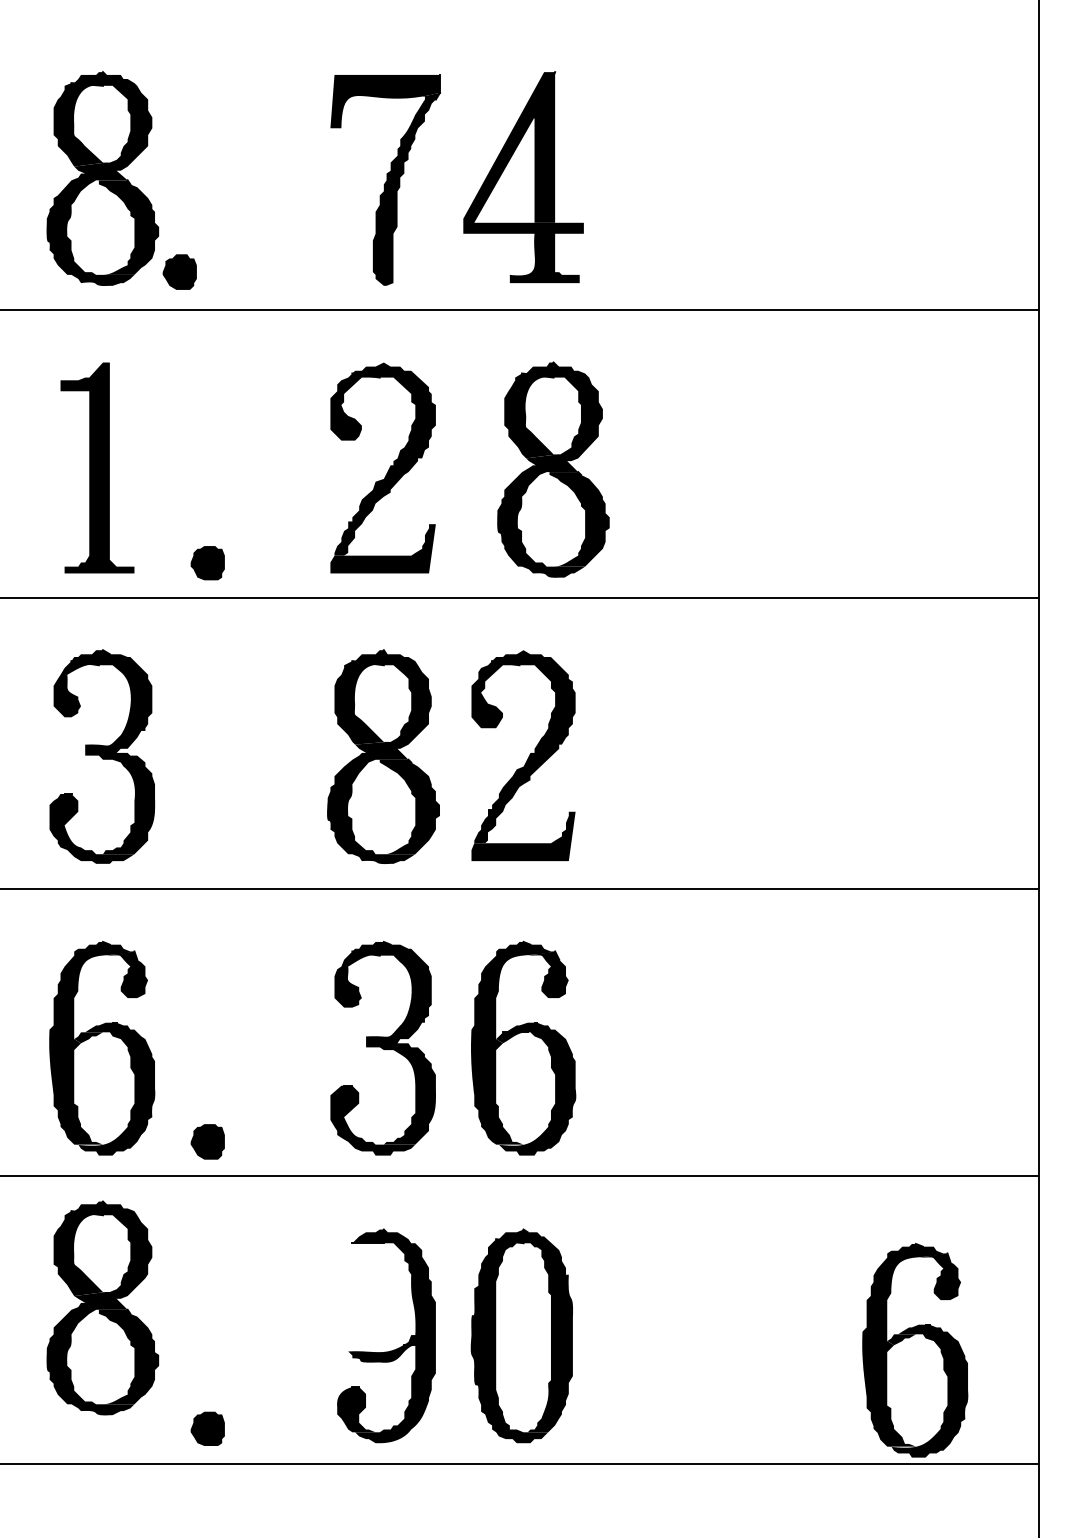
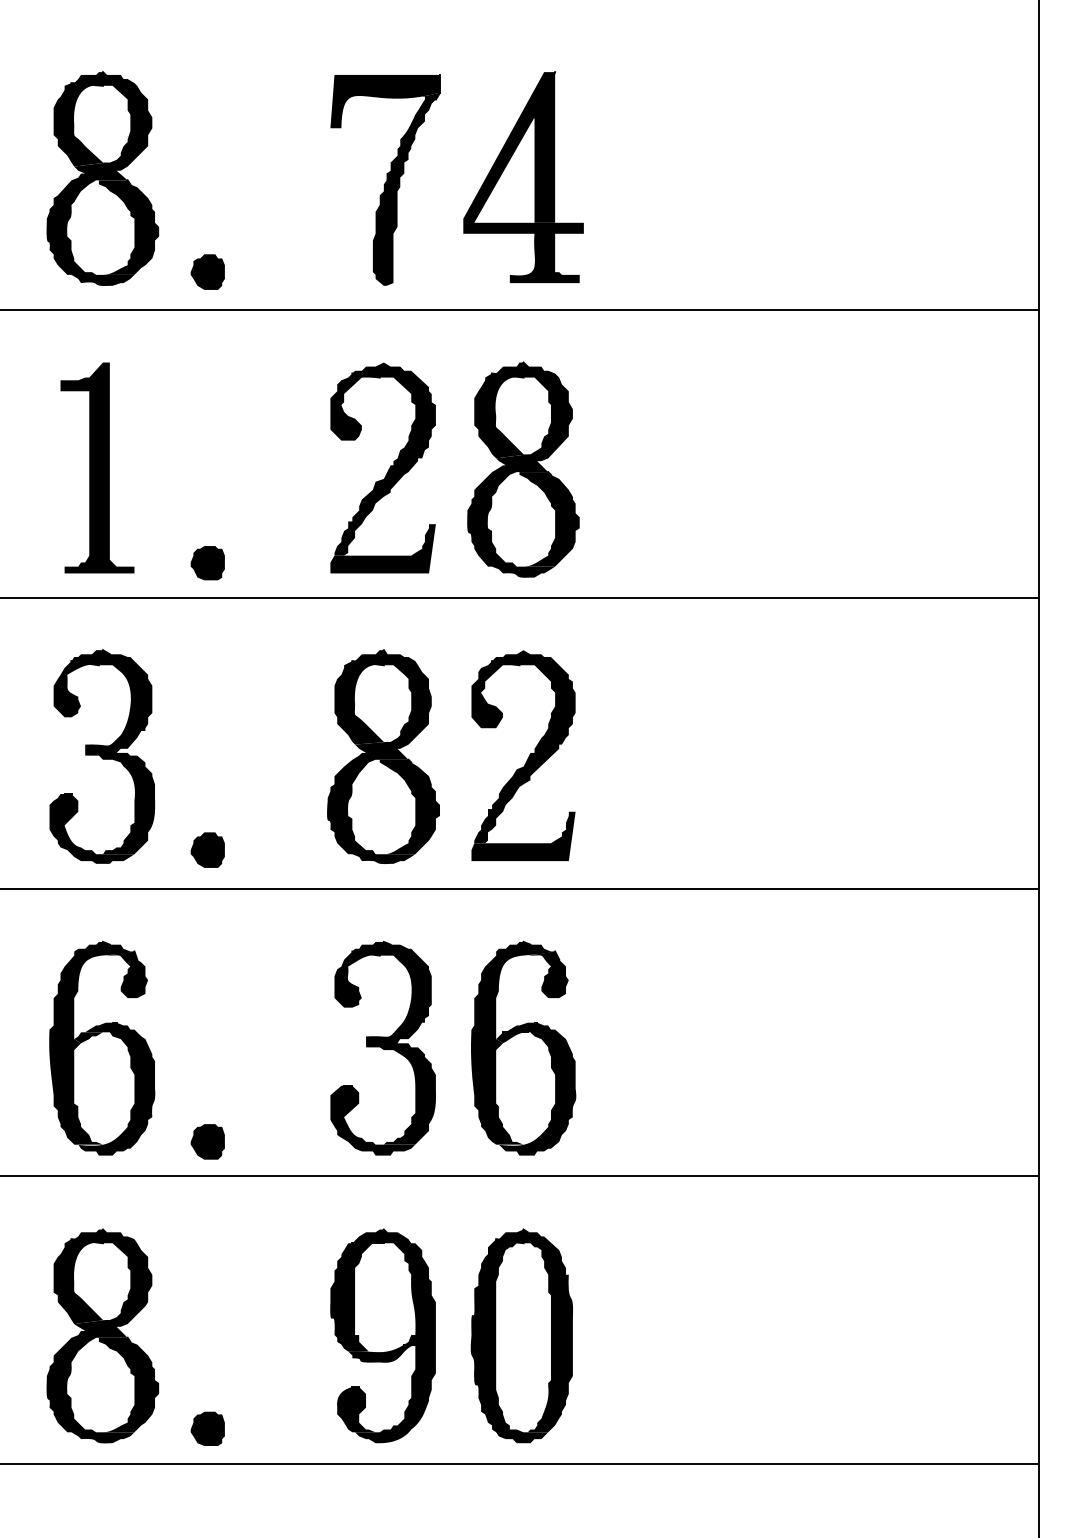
part at (179, 271) position: (179, 271) -> (207, 271)
part at (553, 469) position: (553, 469) -> (523, 469)
fill at (207, 849): none -> present
fill at (356, 1297): none -> present
part at (102, 1307) position: (102, 1307) -> (102, 1335)
part at (915, 1350): present -> none
